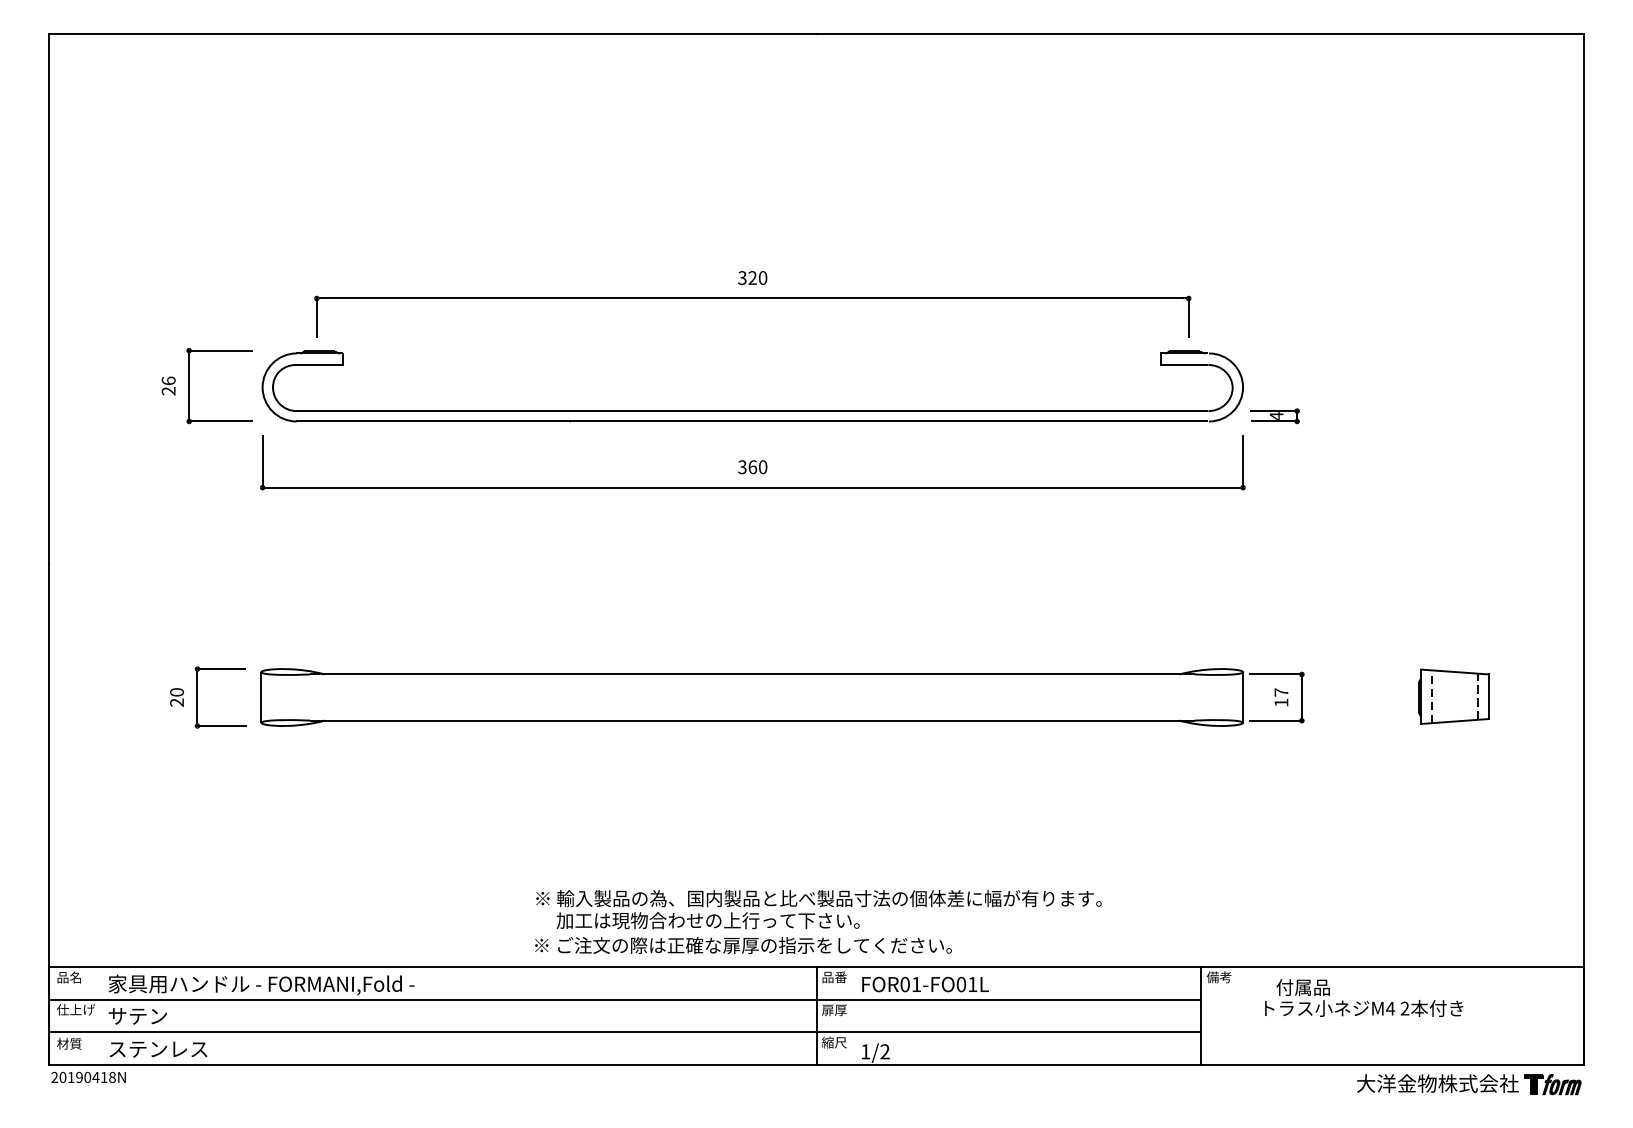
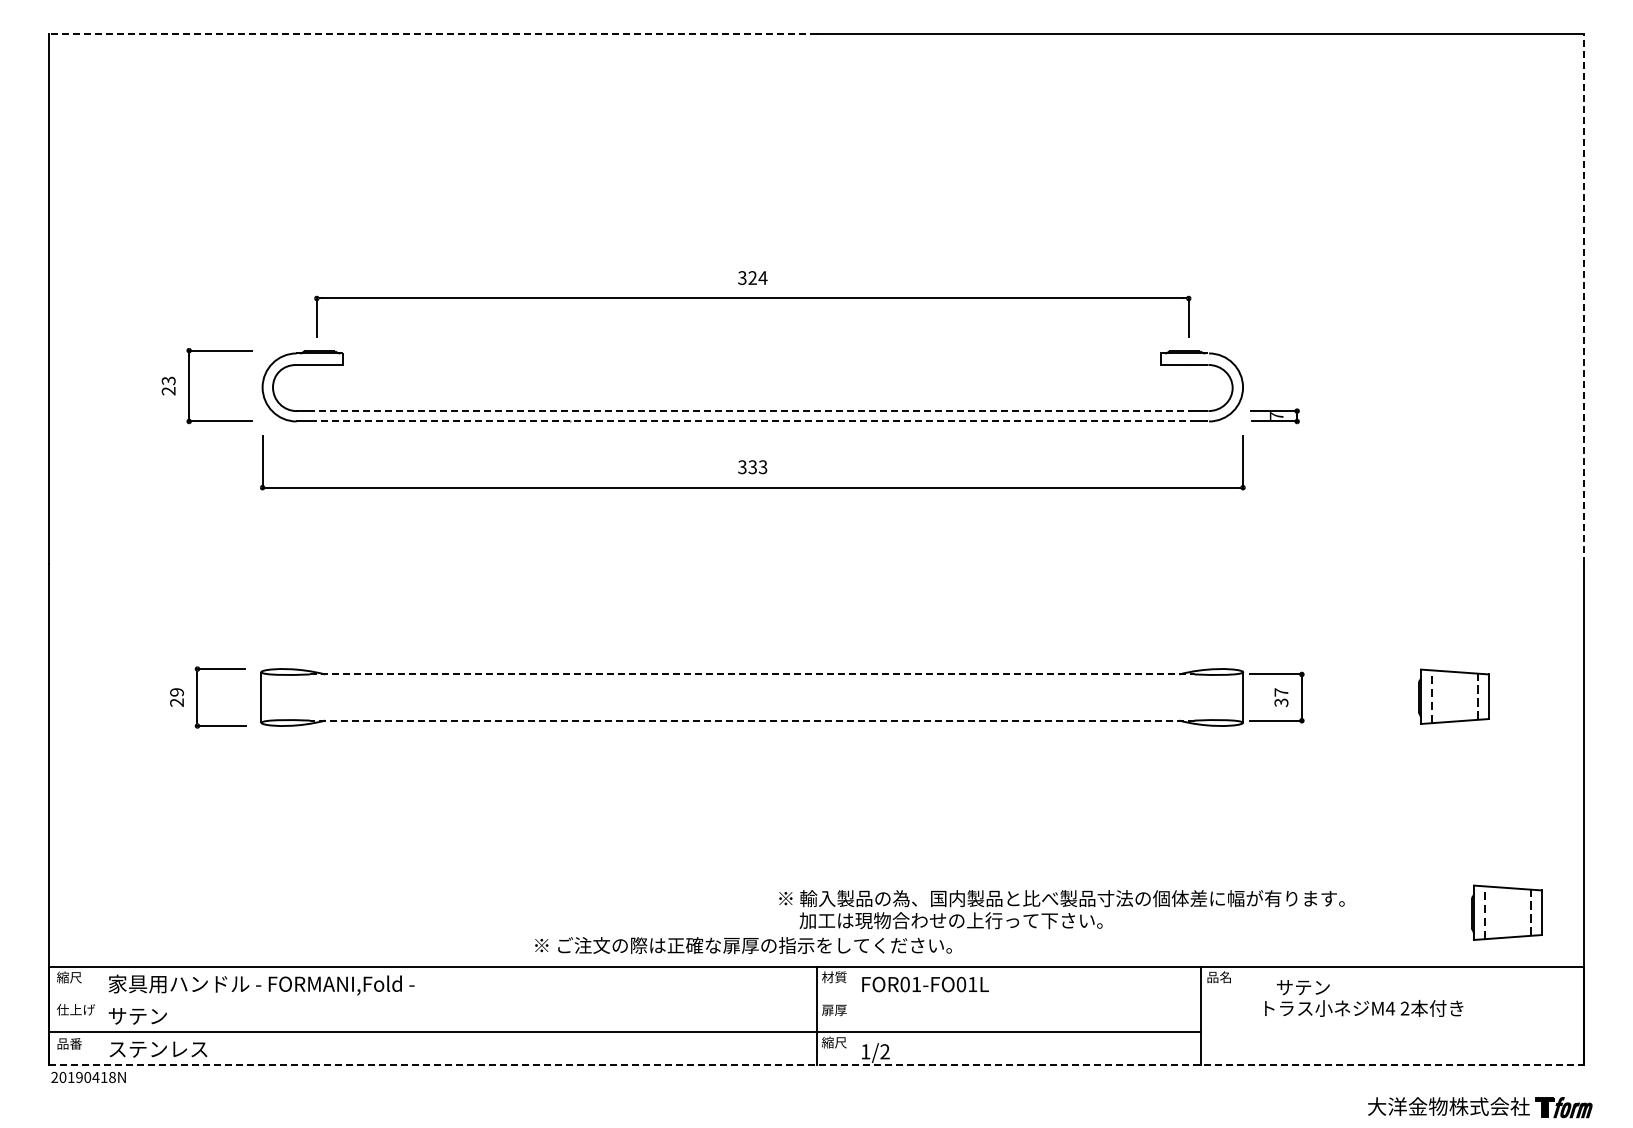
line at (432, 33): solid -> dashed
text at (762, 277): 320 -> 324
line at (1584, 298): solid -> dashed
text at (168, 380): 26 -> 23
line at (751, 411): solid -> dashed
text at (1276, 415): 4 -> 7
line at (752, 421): solid -> dashed
text at (757, 467): 360 -> 333
line at (752, 674): solid -> dashed
text at (176, 692): 20 -> 29
text at (1281, 702): 17 -> 37
line at (751, 720): solid -> dashed
text at (818, 909) position: (818, 909) -> (1061, 909)
part at (1506, 912): none -> present
text at (69, 977): 品名 -> 縮尺
text at (834, 977): 品番 -> 材質
text at (1218, 977): 備考 -> 品名
text at (1302, 987): 付属品 -> サテン
line at (624, 999): present -> none
text at (69, 1043): 材質 -> 品番
line at (816, 1064): solid -> dashed
part at (1469, 1084) position: (1469, 1084) -> (1480, 1107)
